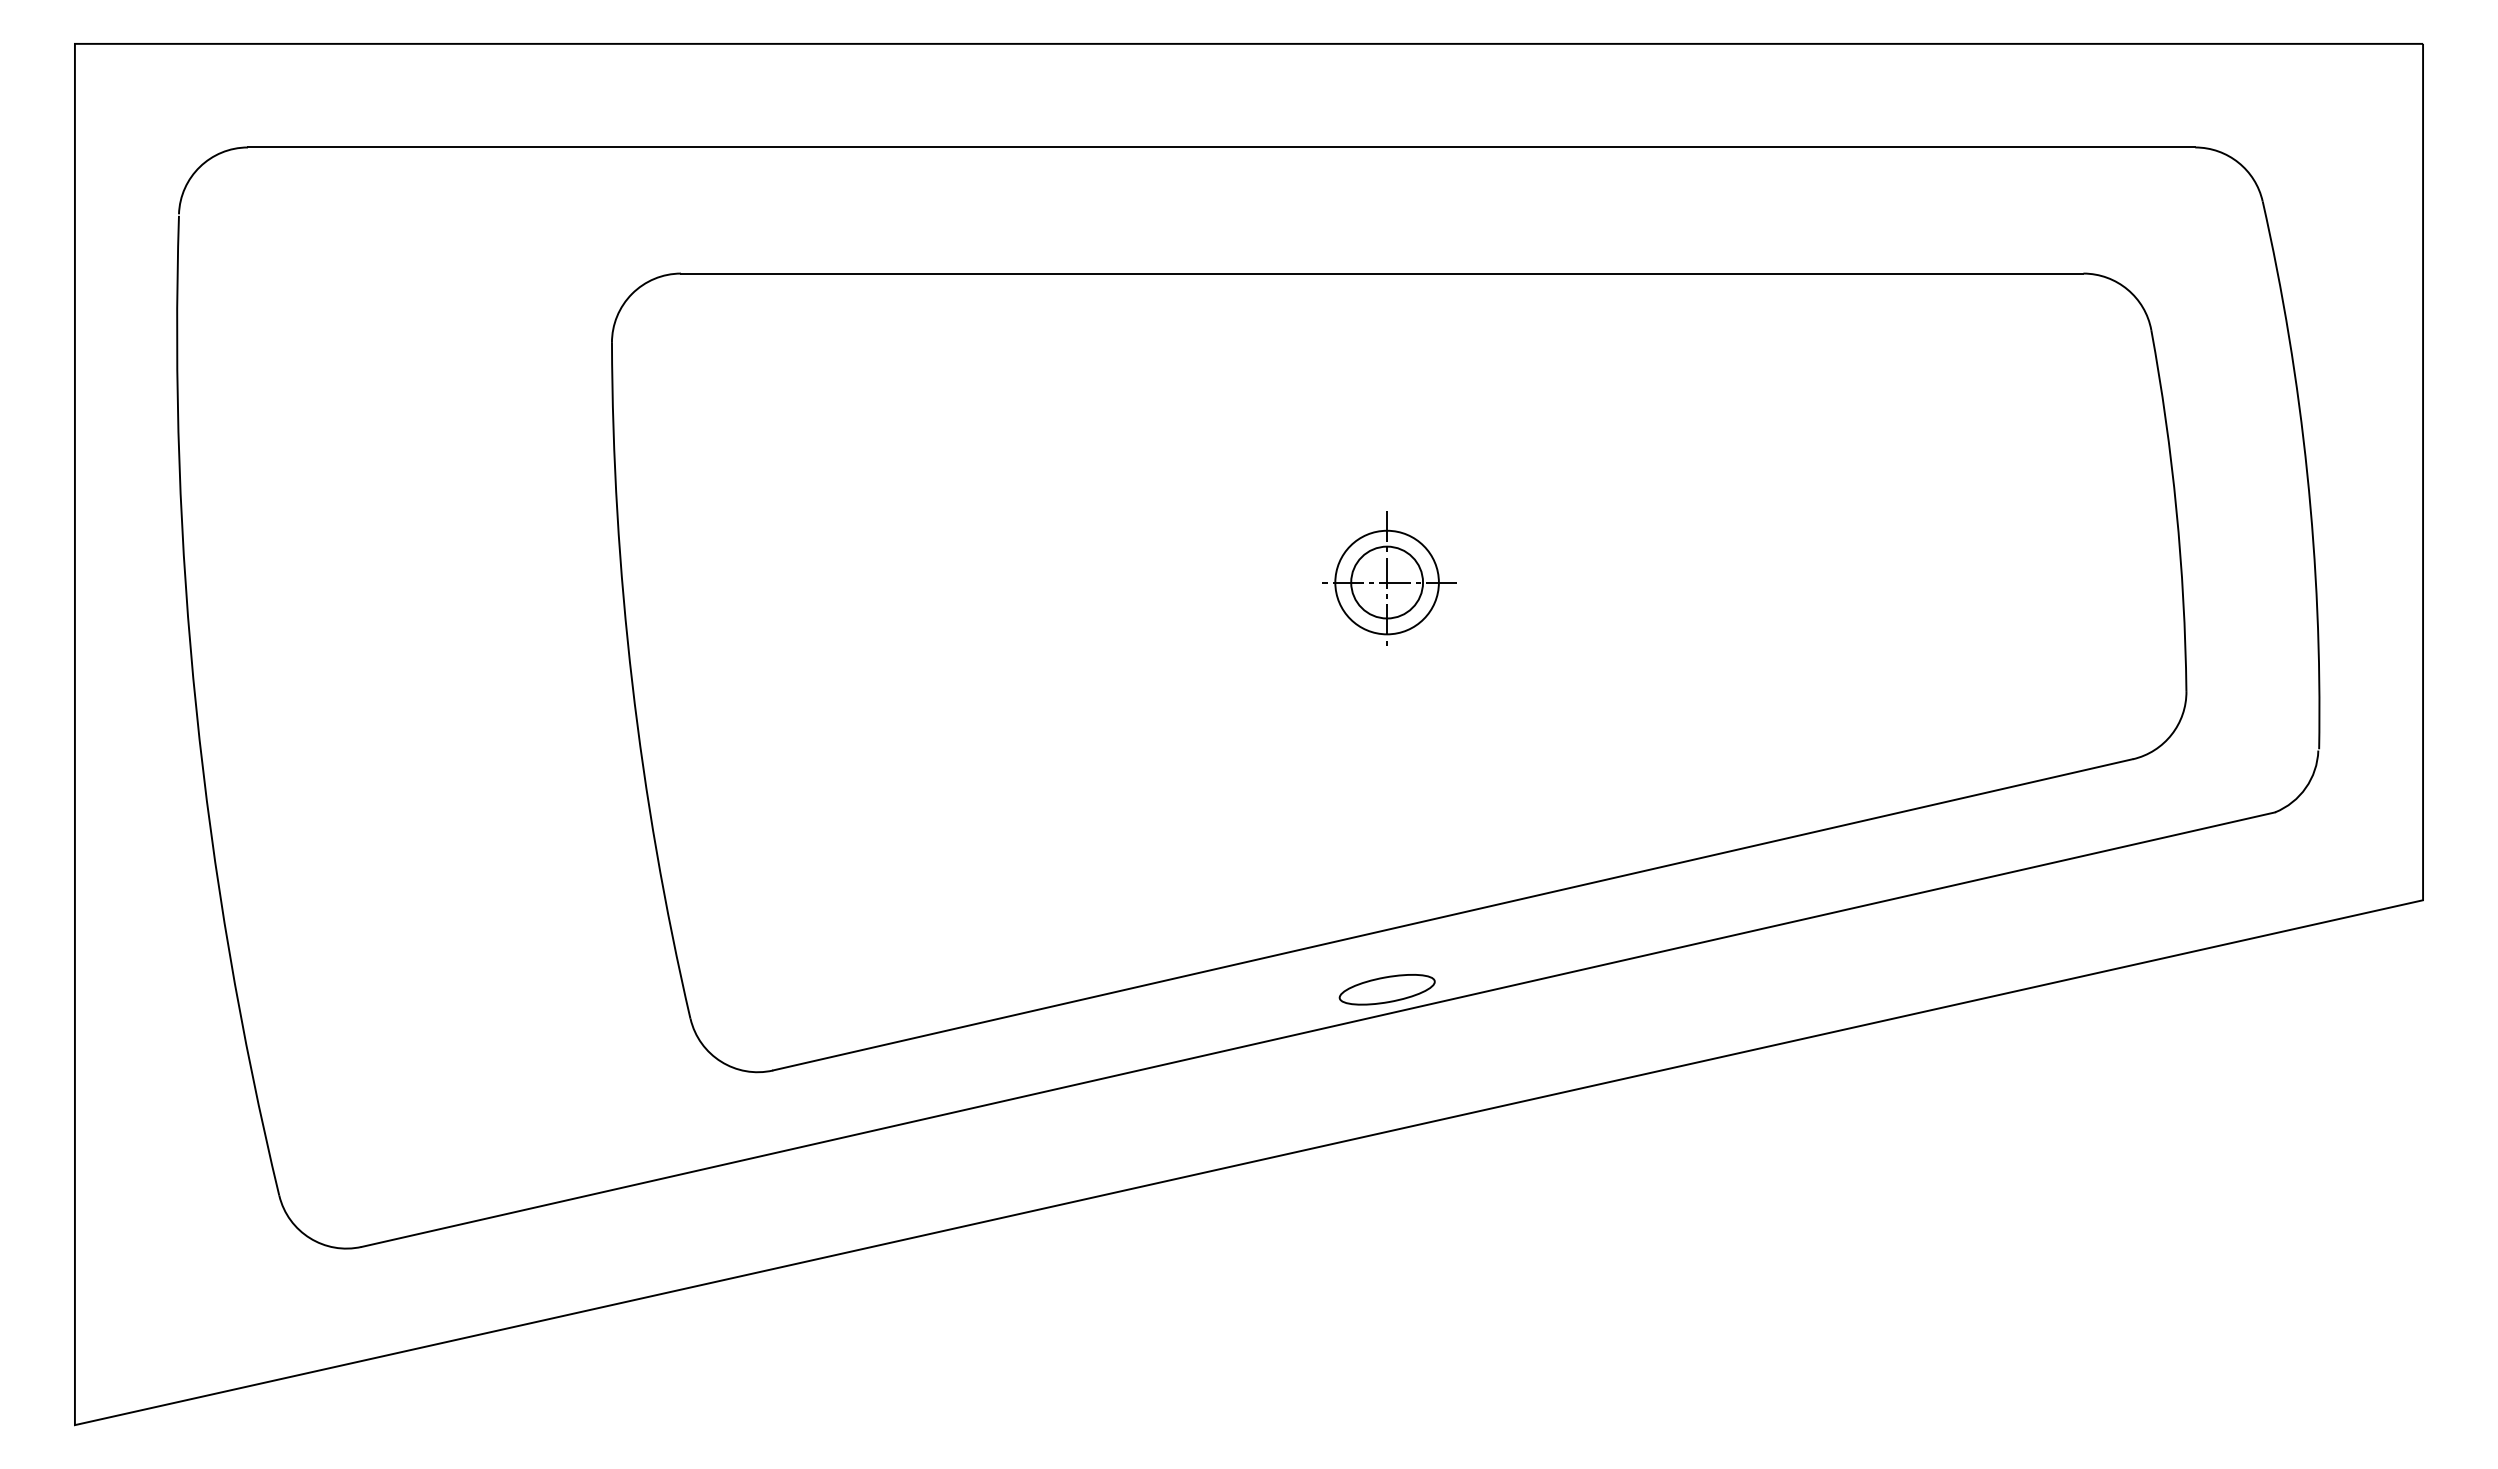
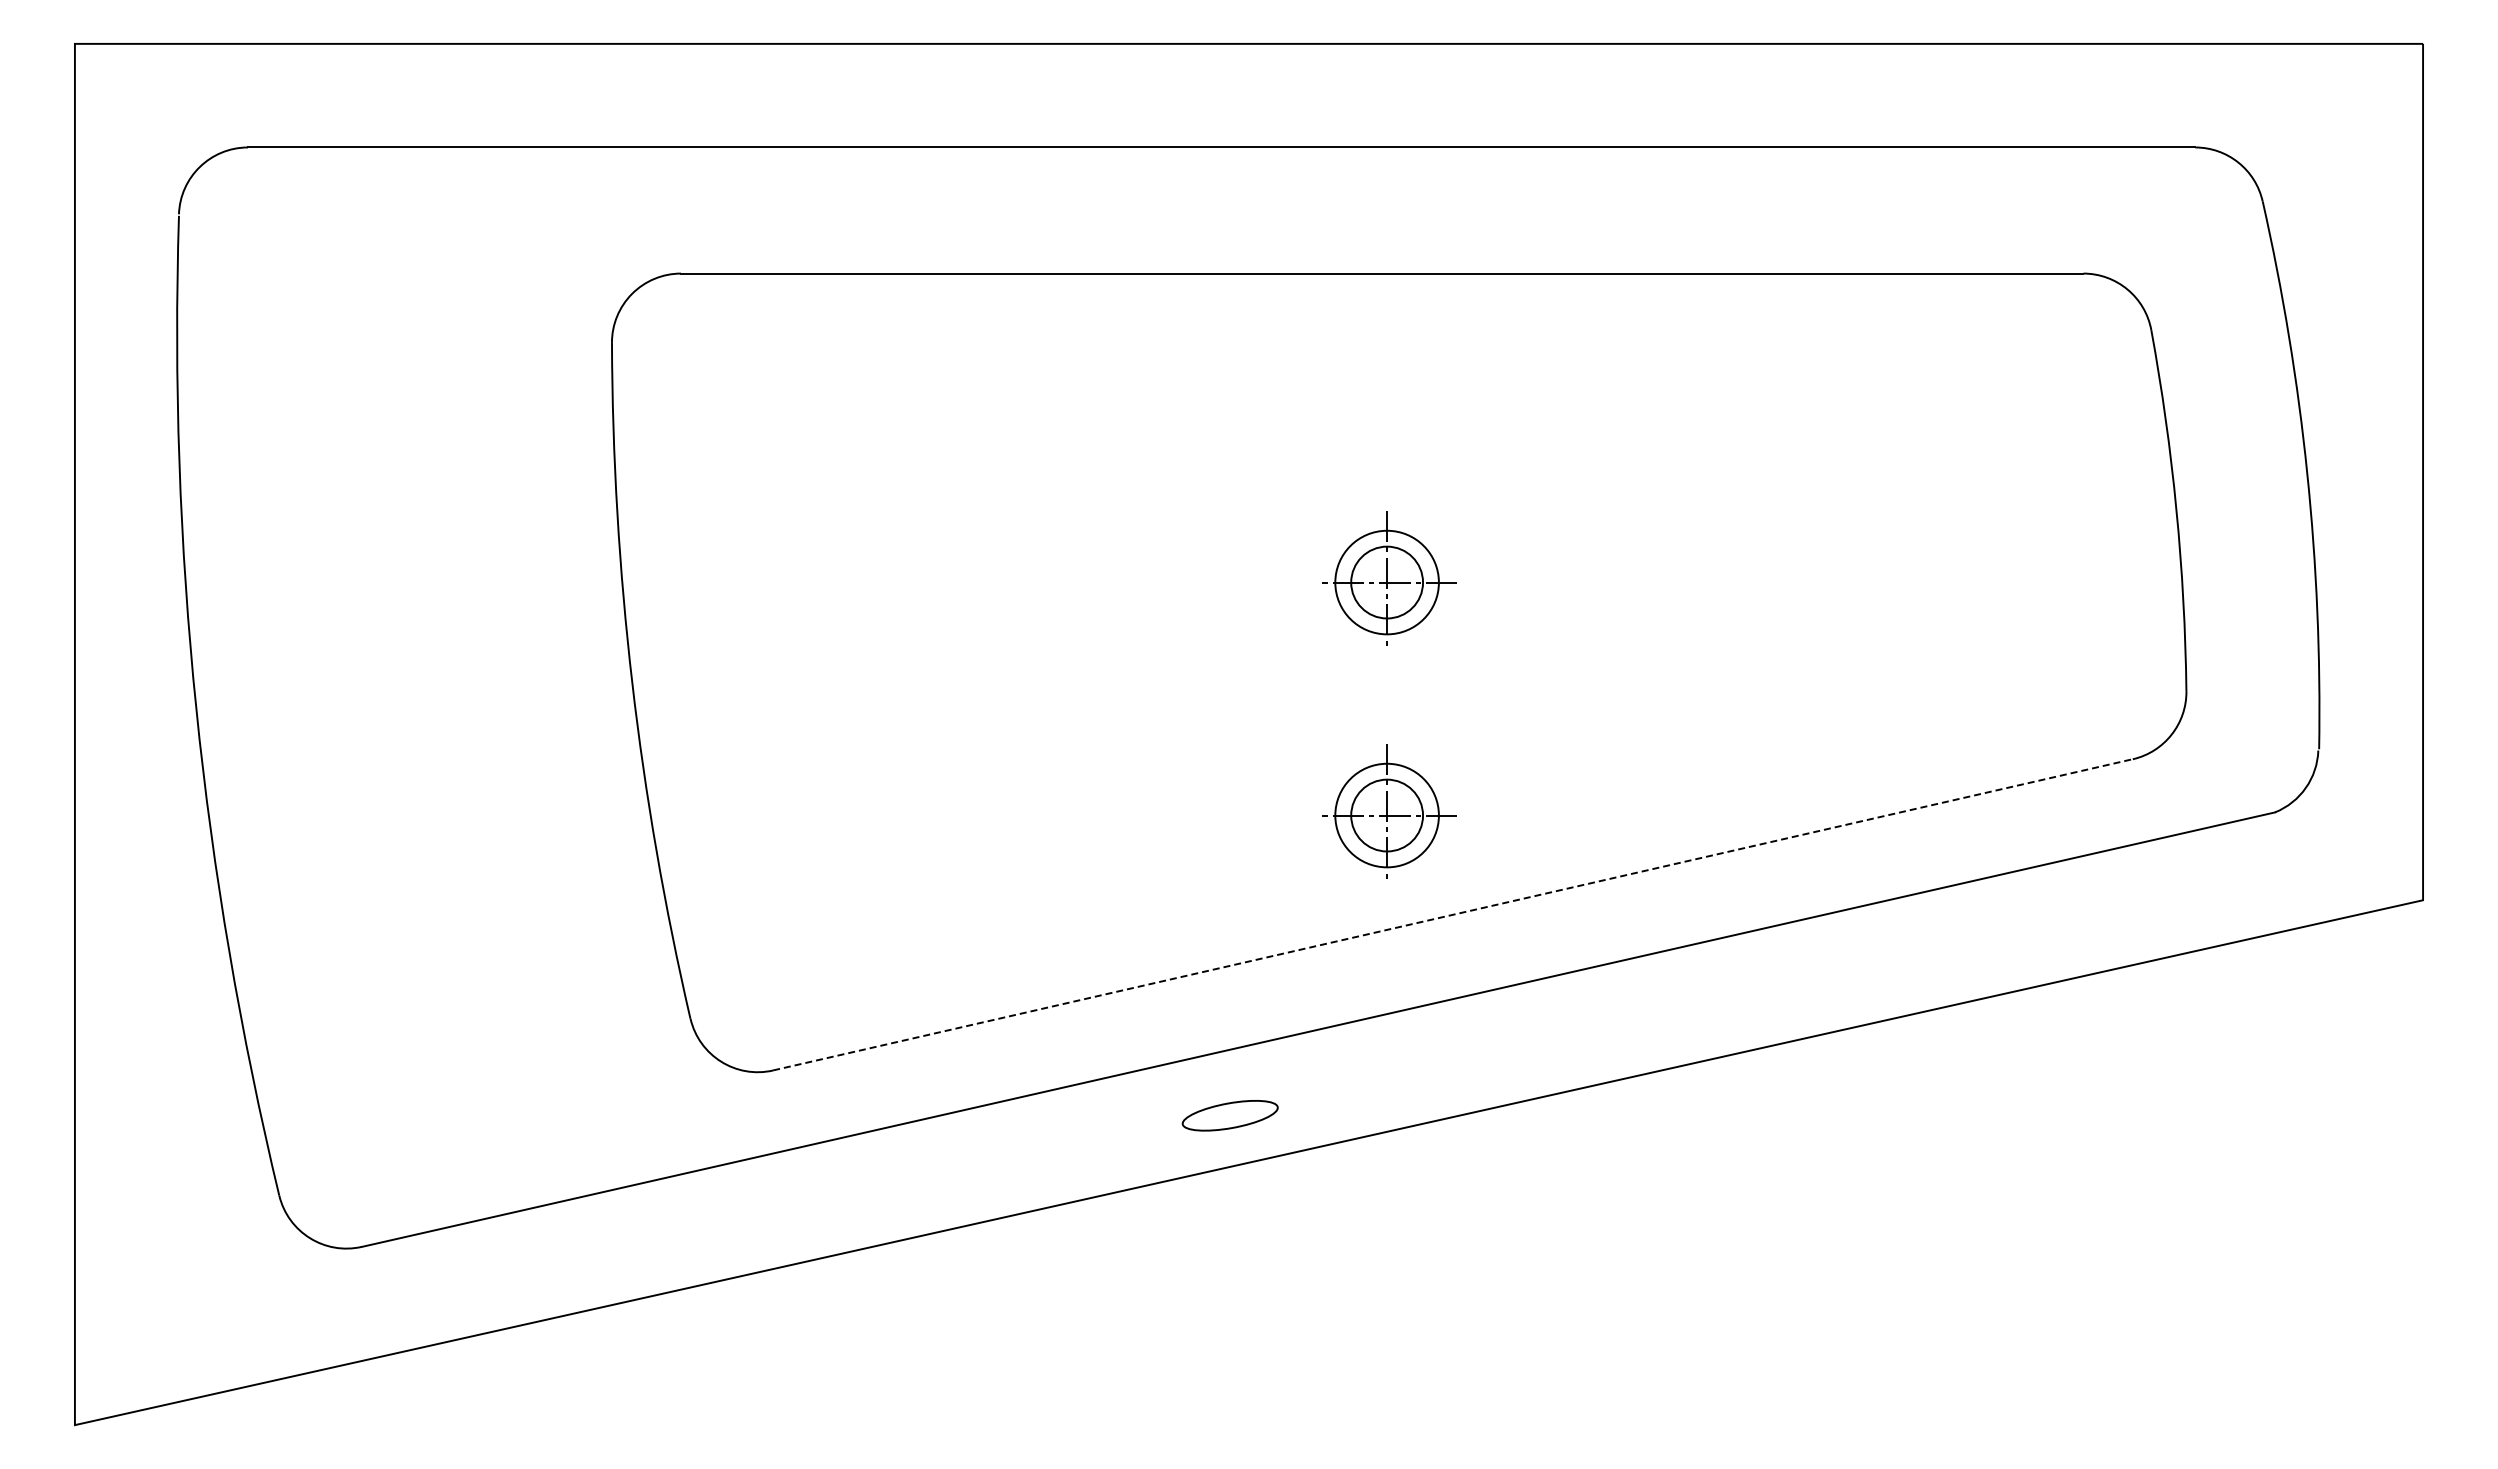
part at (1389, 811): none -> present
line at (1453, 914): solid -> dashed
part at (1386, 989) position: (1386, 989) -> (1229, 1115)
